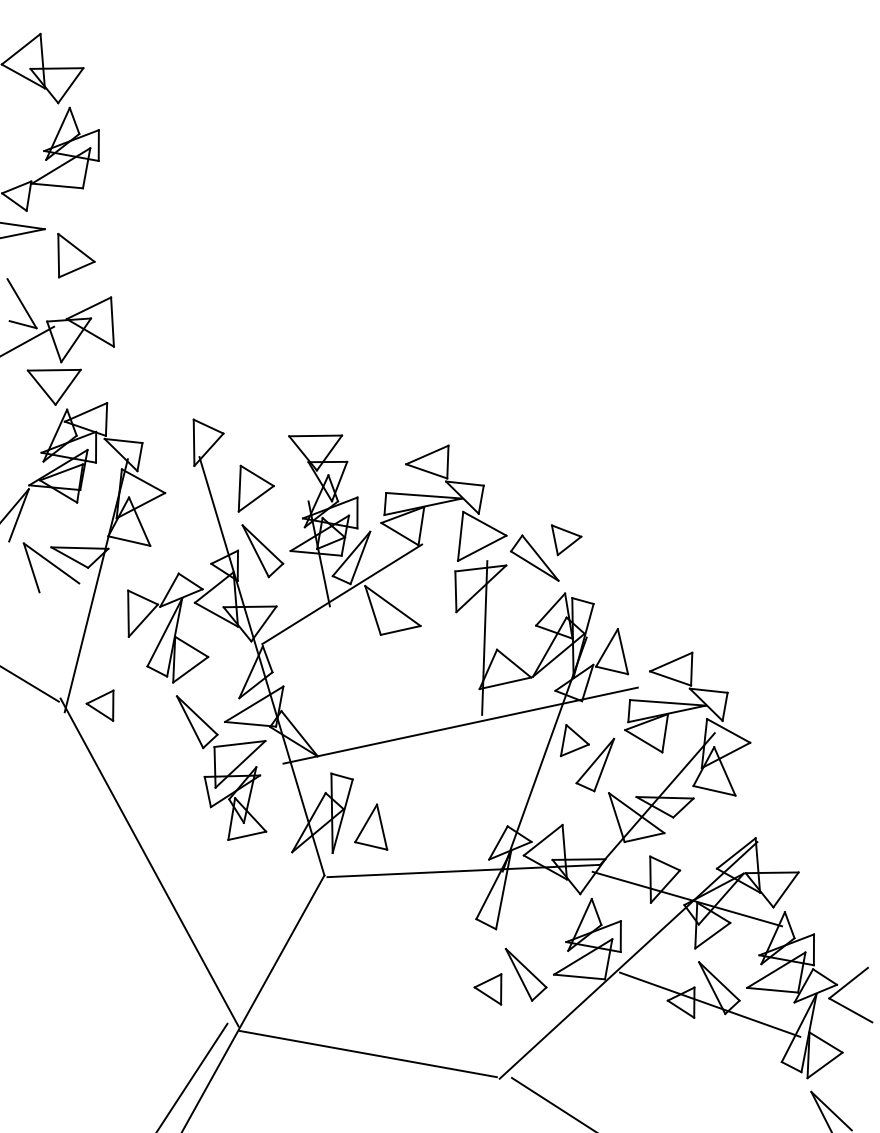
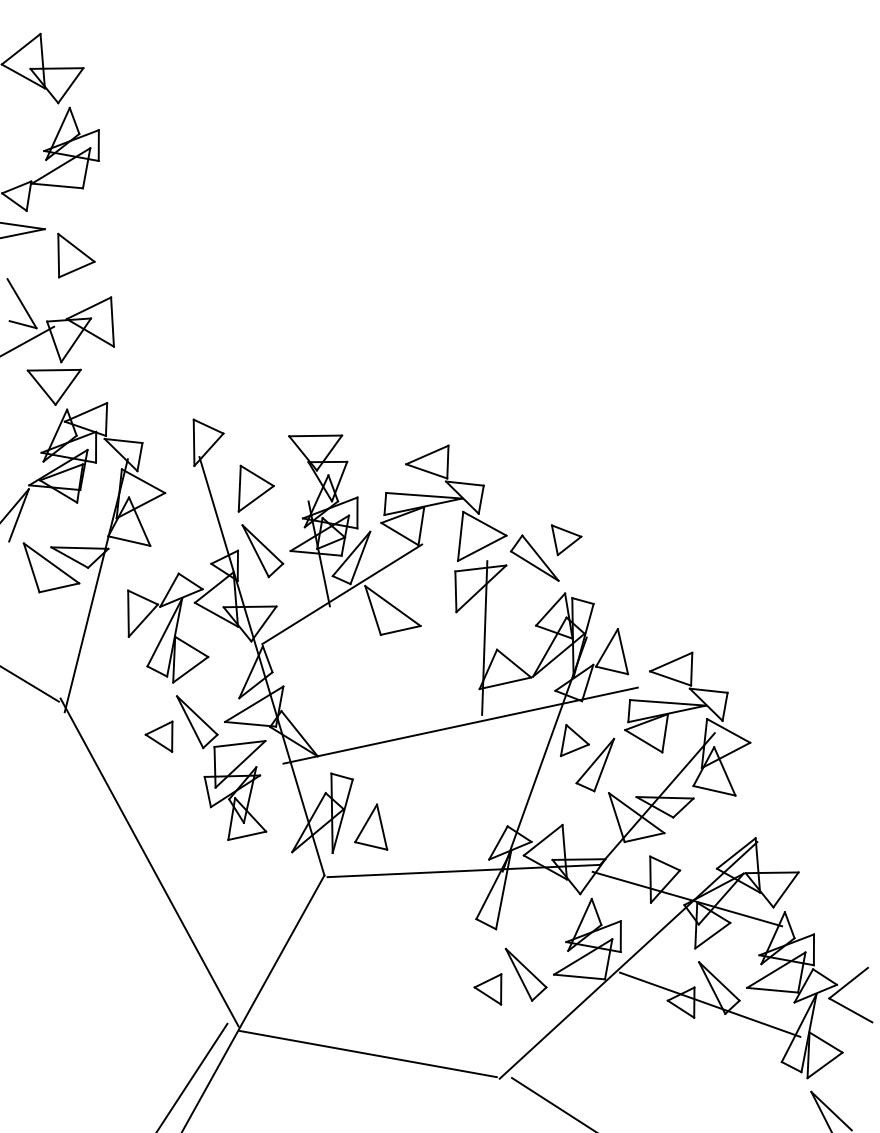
line at (59, 587): none -> present
part at (99, 705) position: (99, 705) -> (158, 736)
